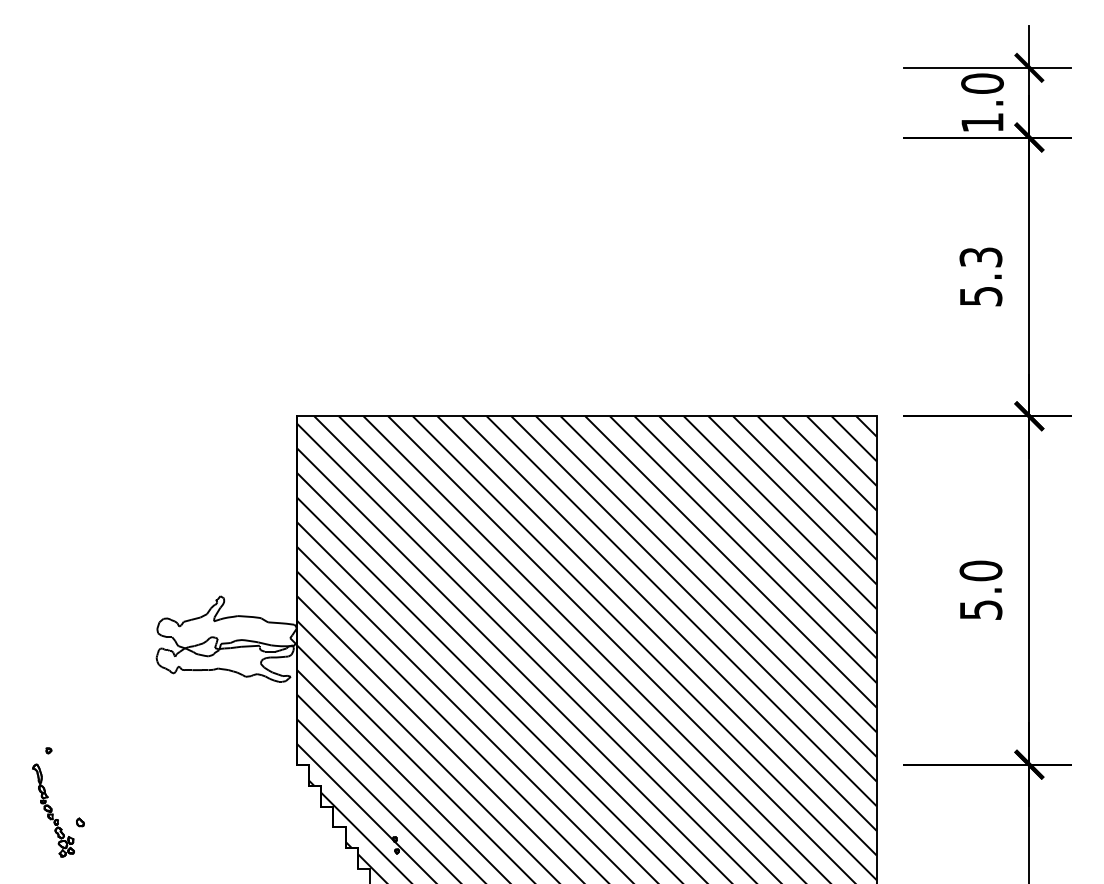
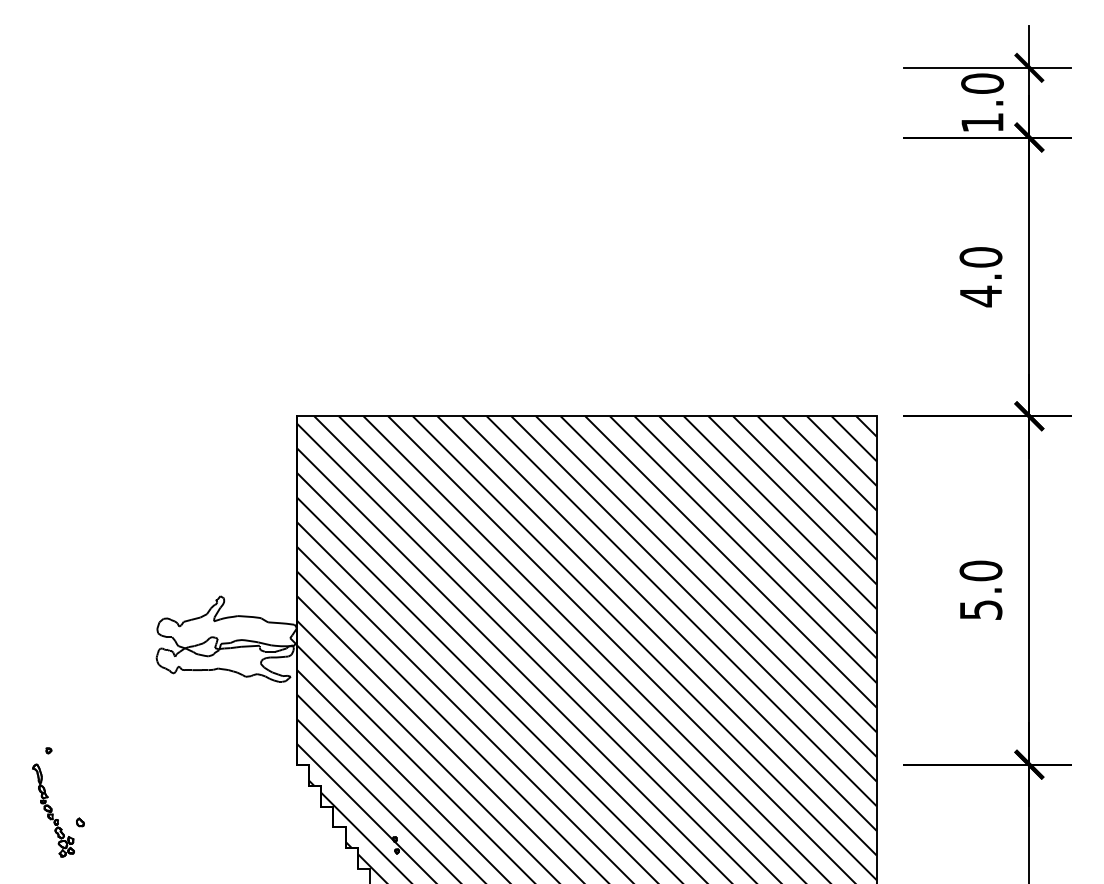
text at (980, 277): 5.3 -> 4.0
